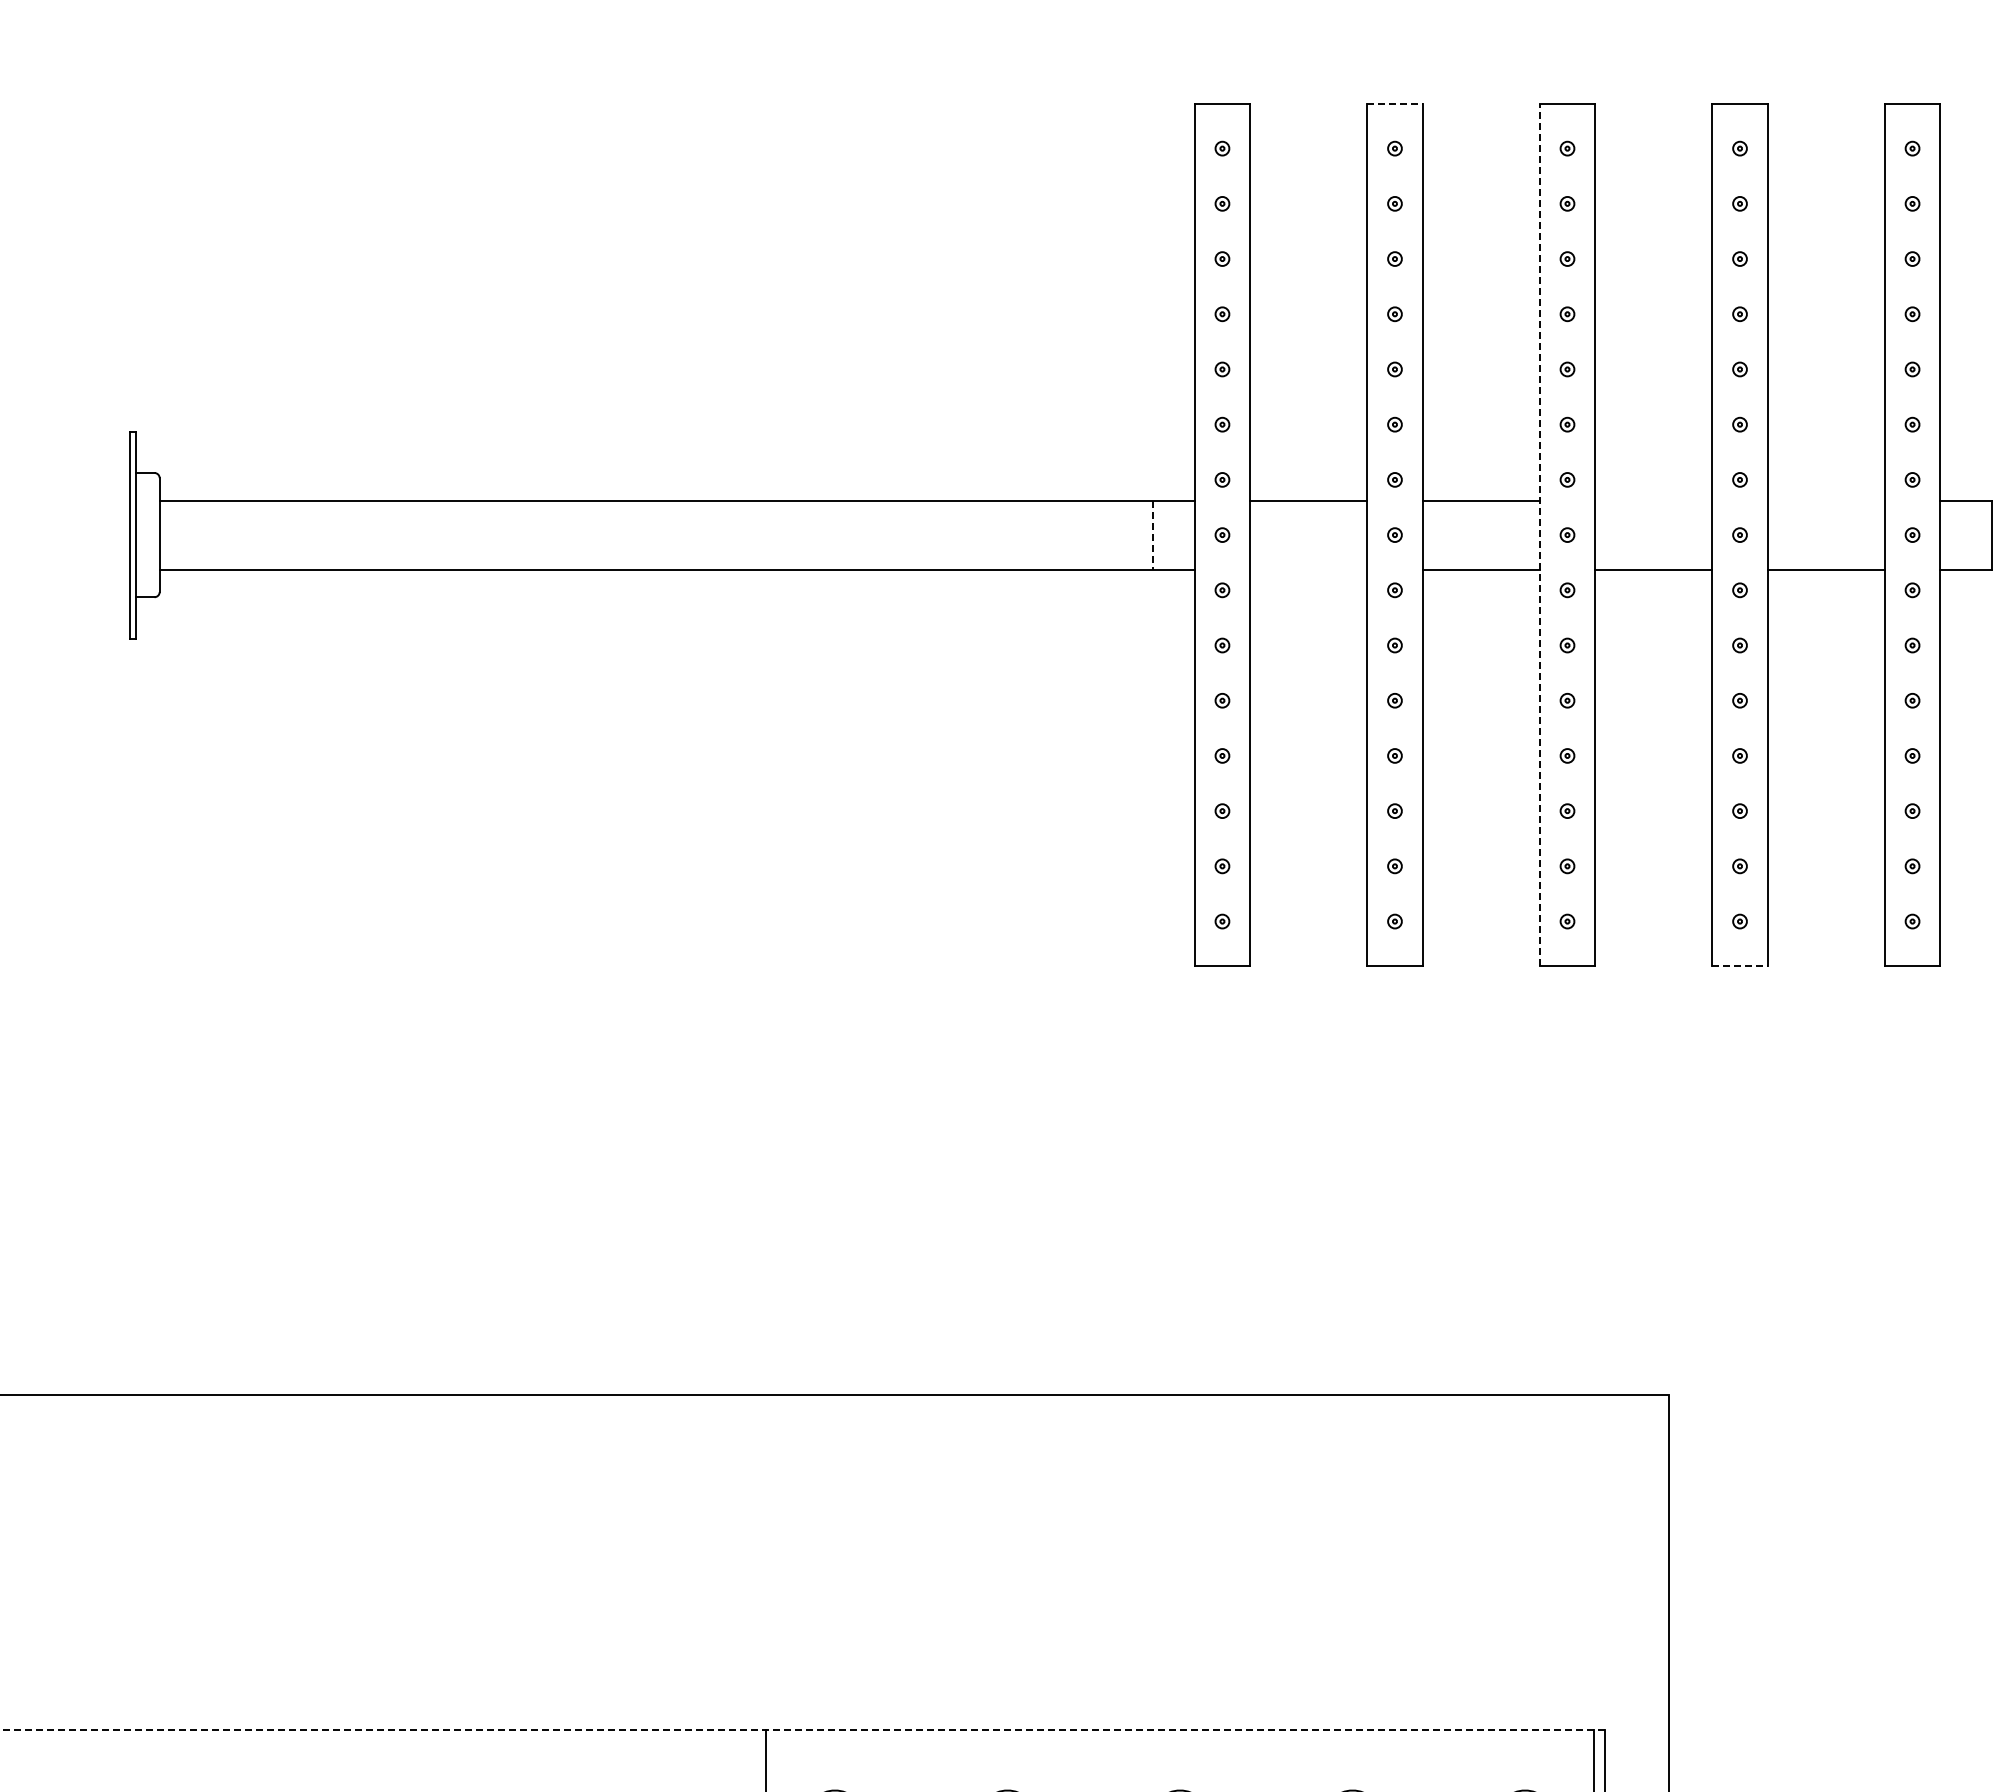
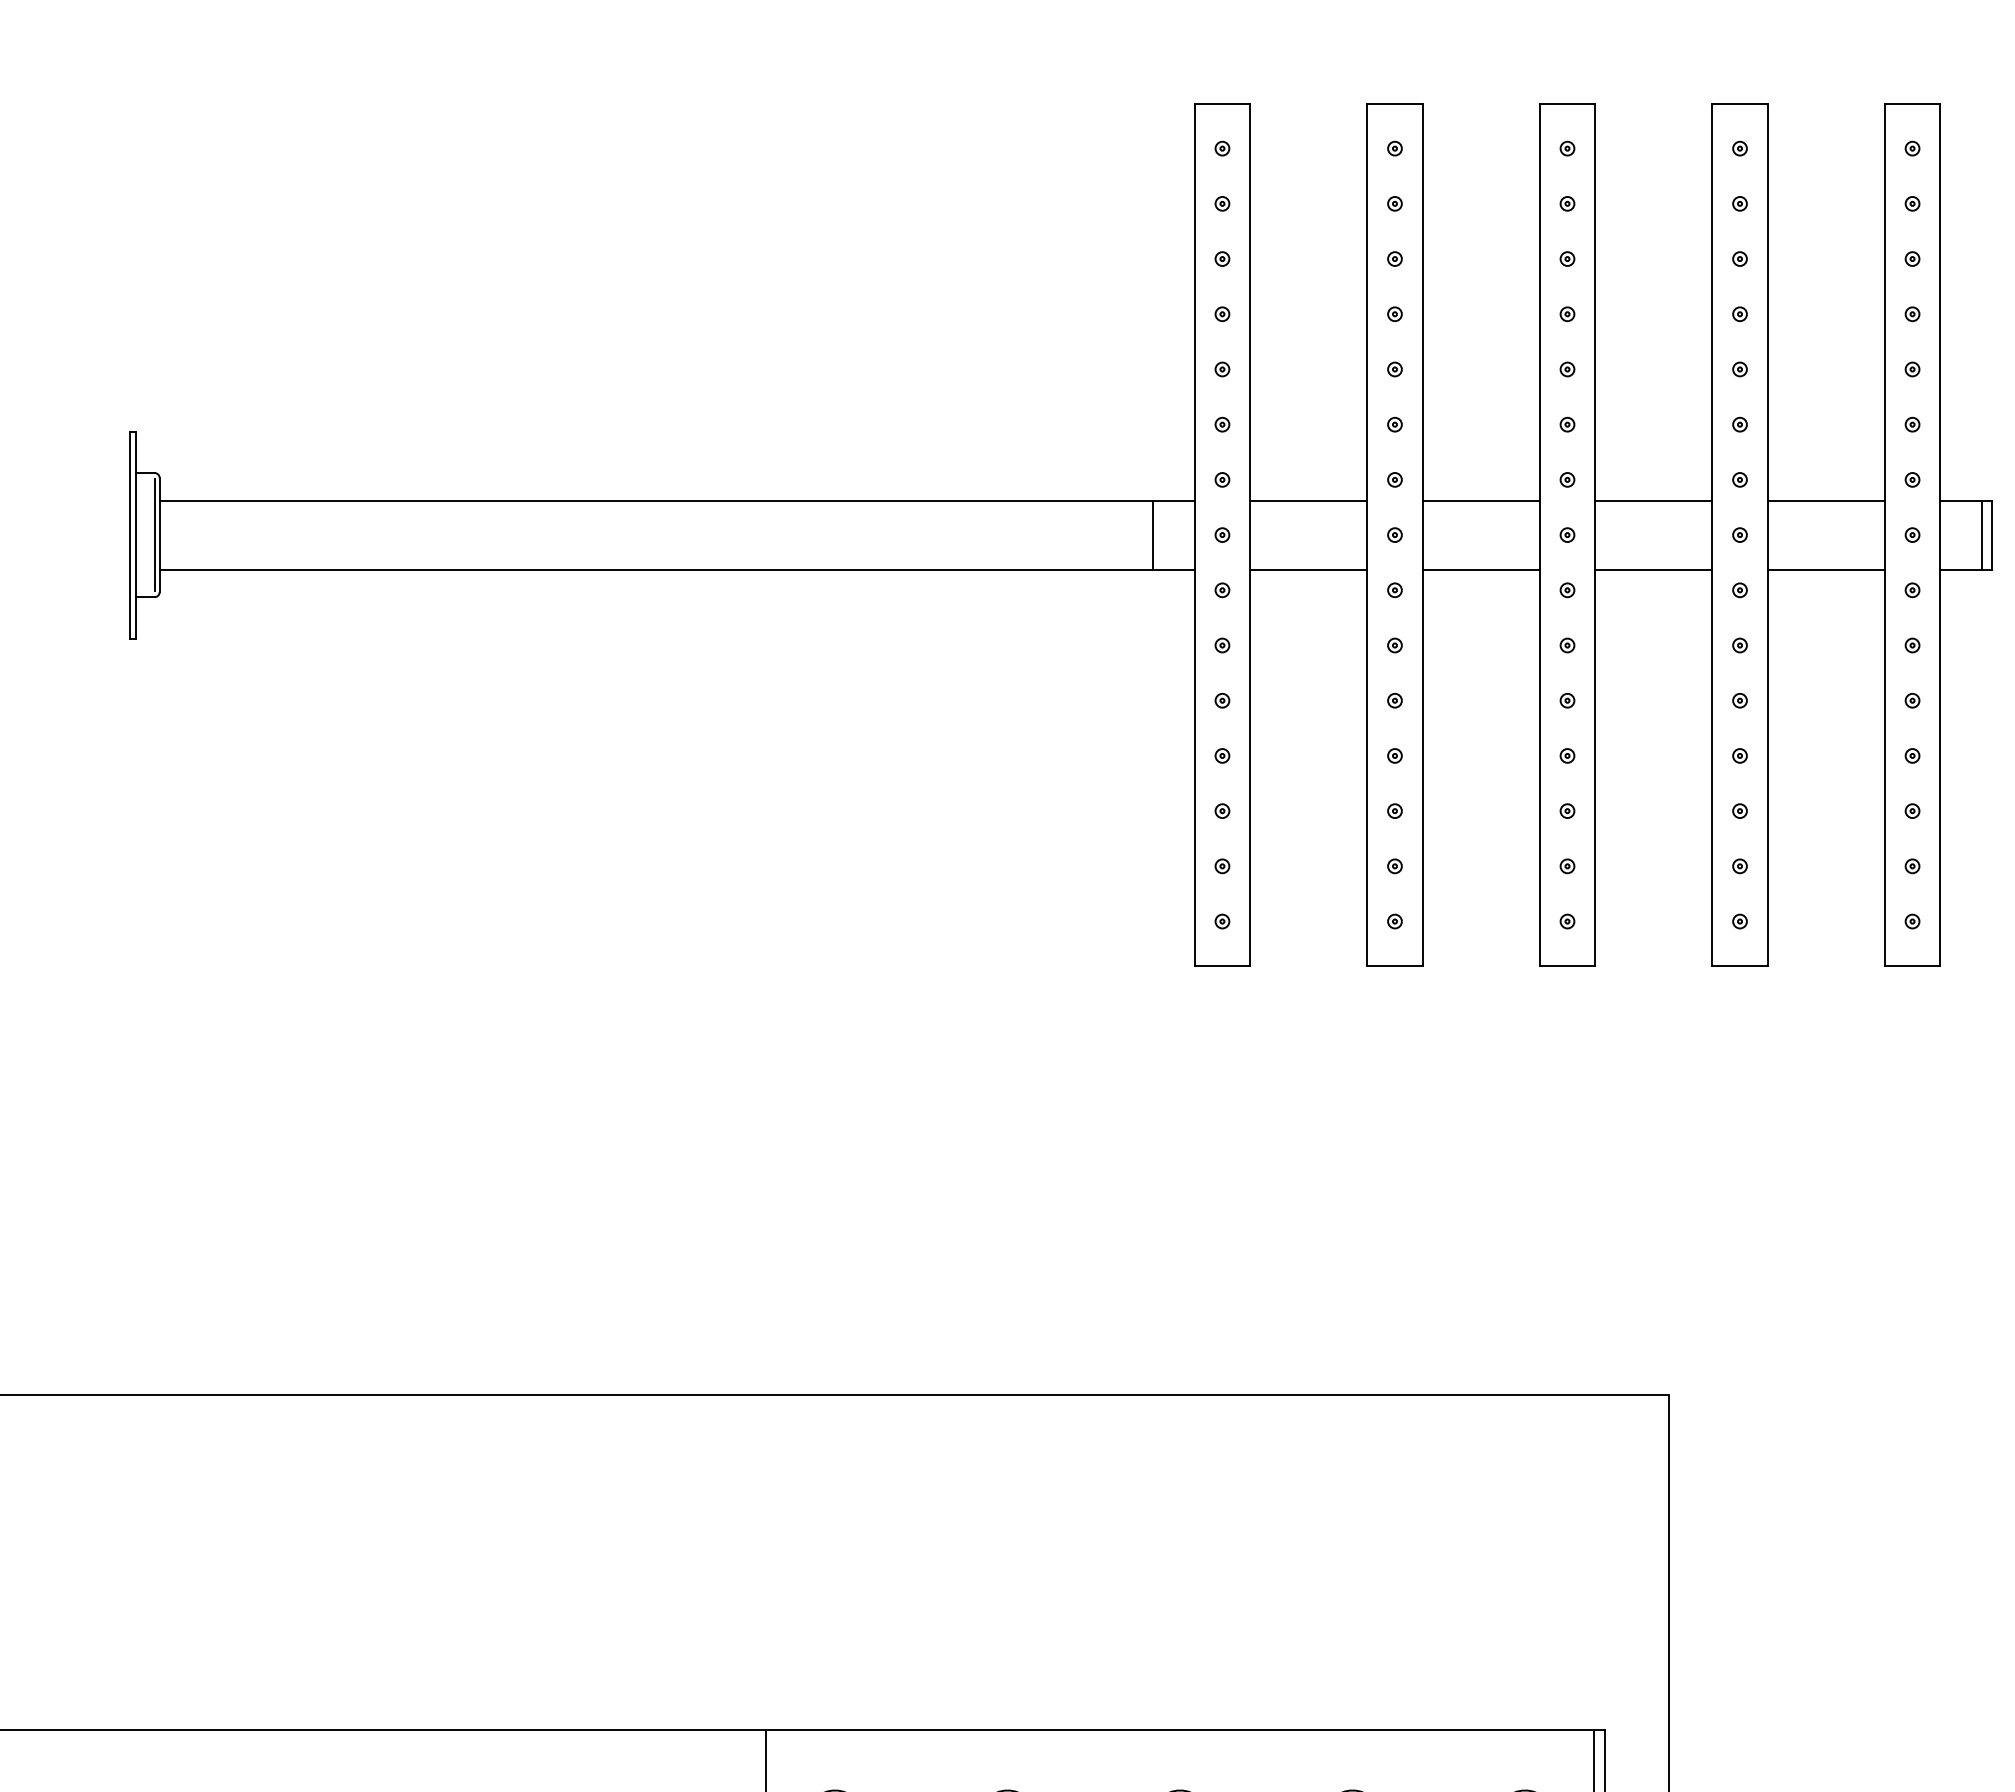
line at (1394, 103): dashed -> solid
line at (1653, 500): none -> present
line at (1825, 500): none -> present
line at (1539, 534): dashed -> solid
line at (1981, 534): none -> present
line at (154, 535): none -> present
line at (1153, 535): dashed -> solid
line at (1308, 569): none -> present
line at (1740, 966): dashed -> solid
line at (802, 1729): dashed -> solid
